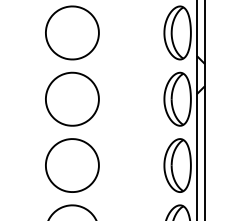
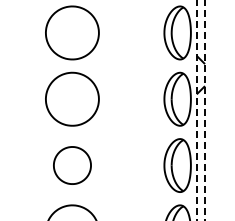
line at (196, 110): solid -> dashed
line at (205, 110): solid -> dashed
part at (72, 165) size: 55x55 px -> 39x39 px
